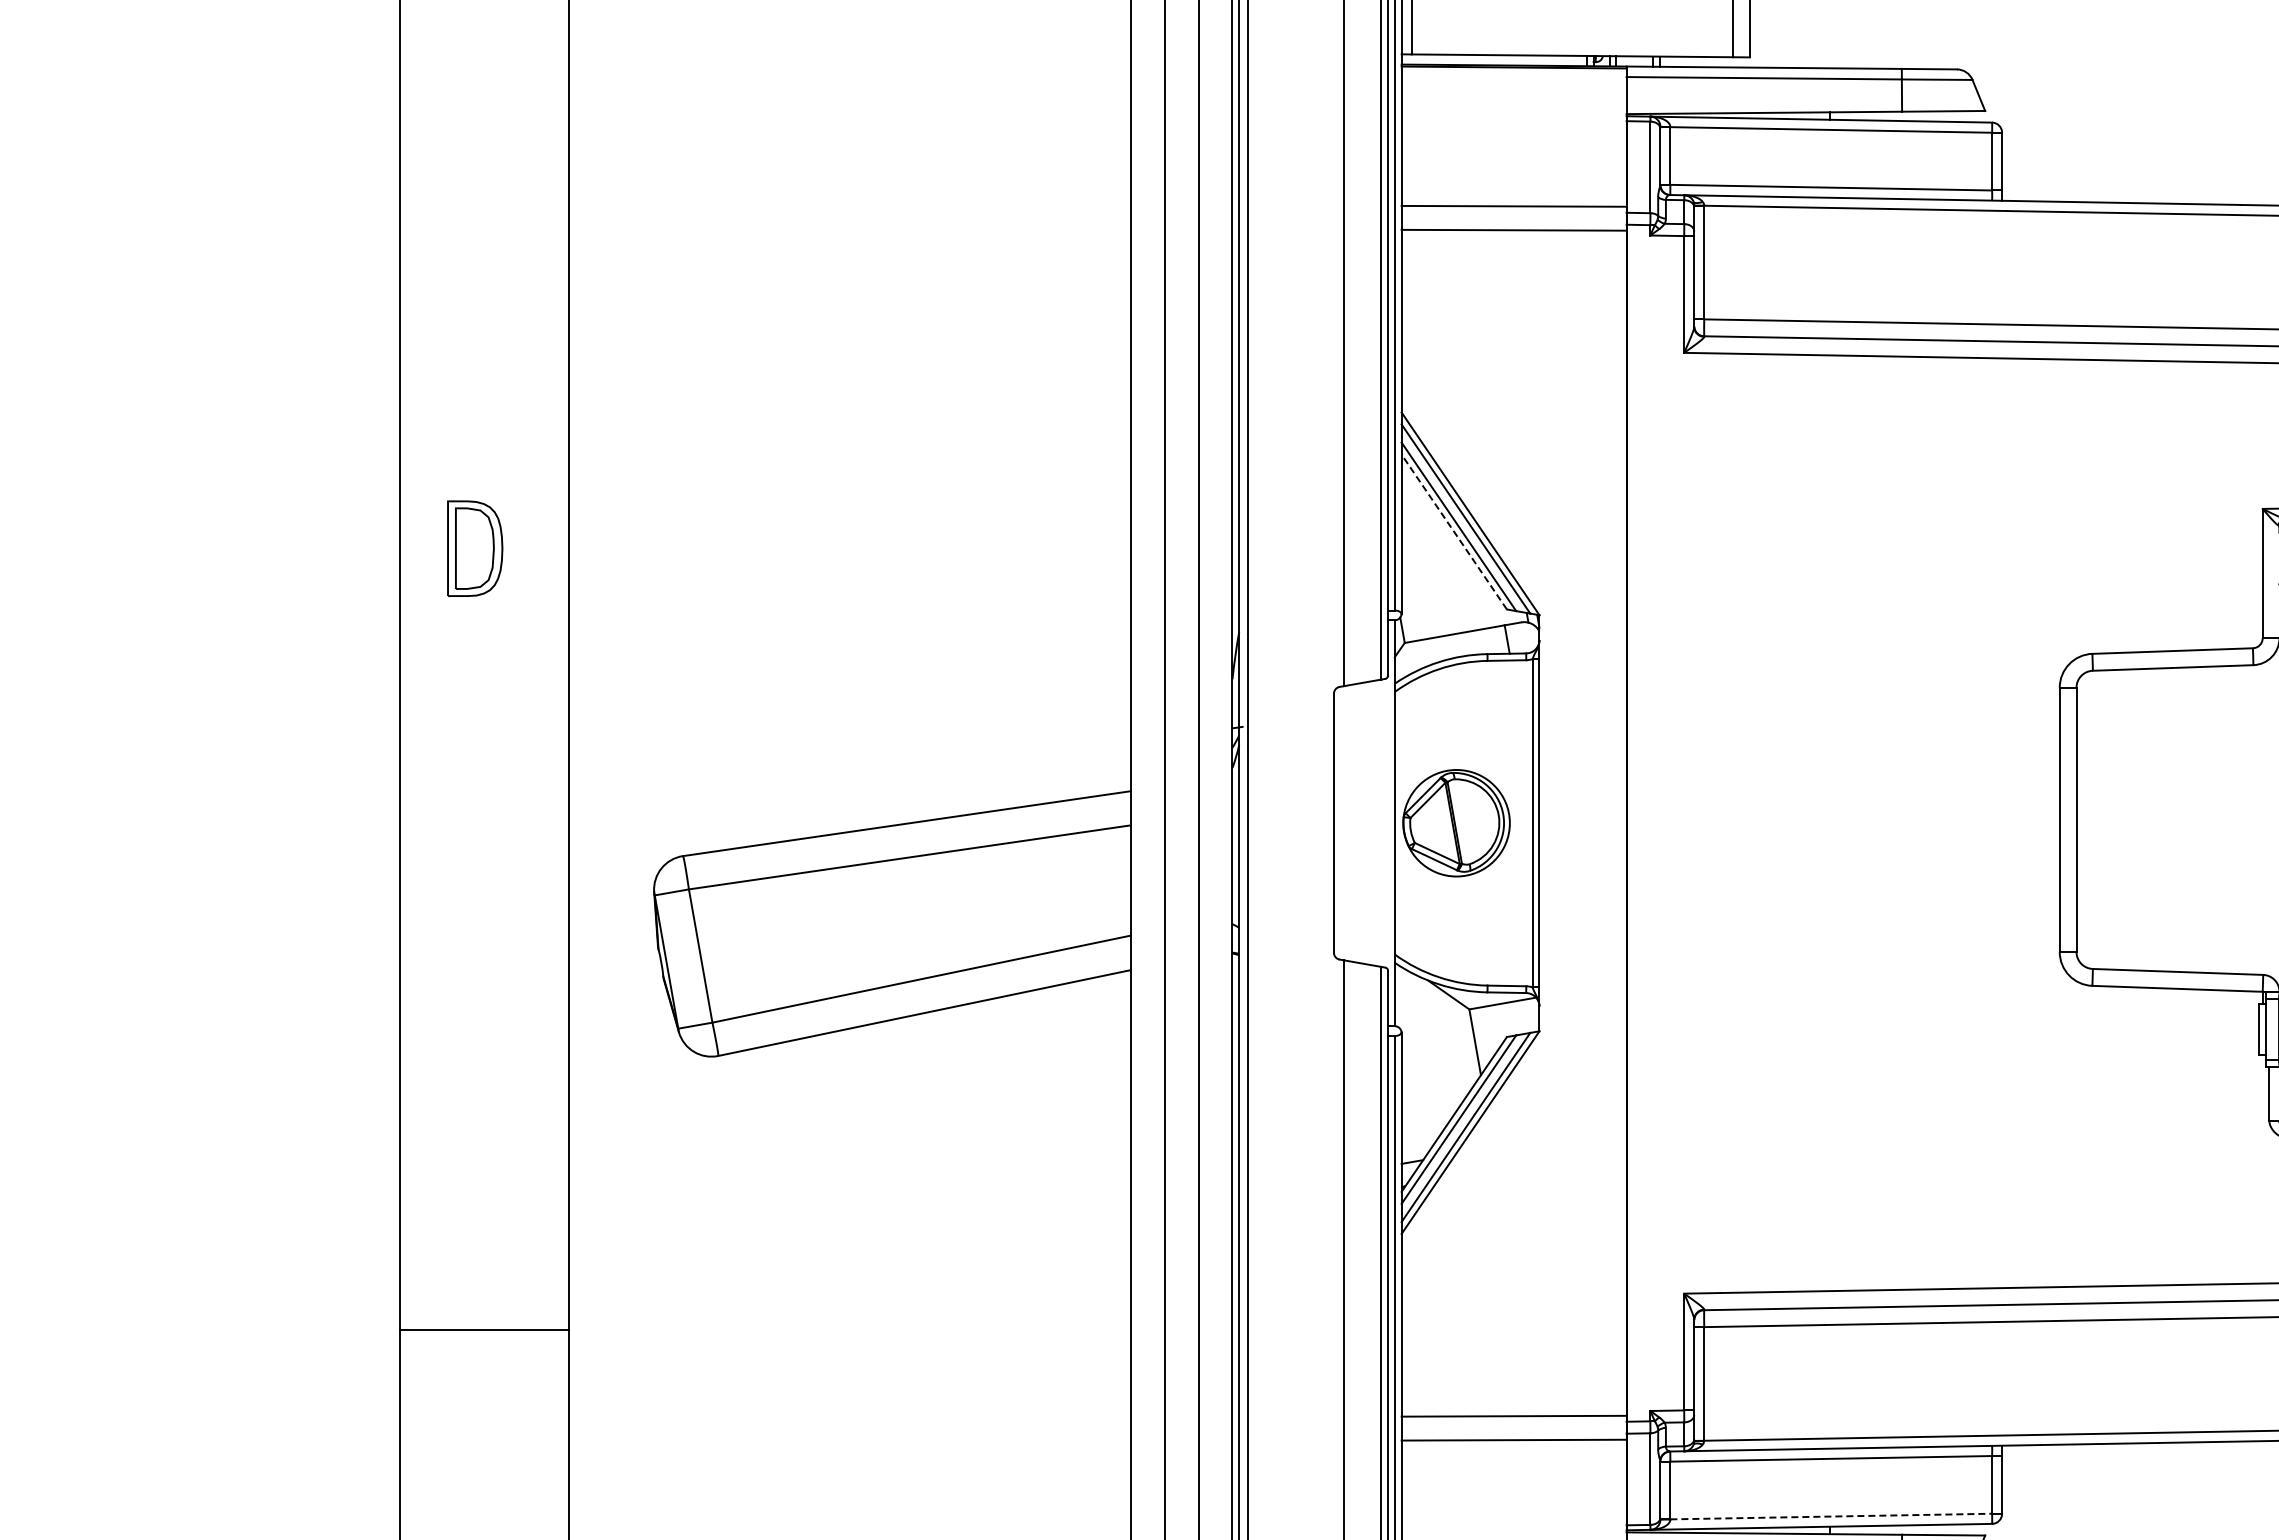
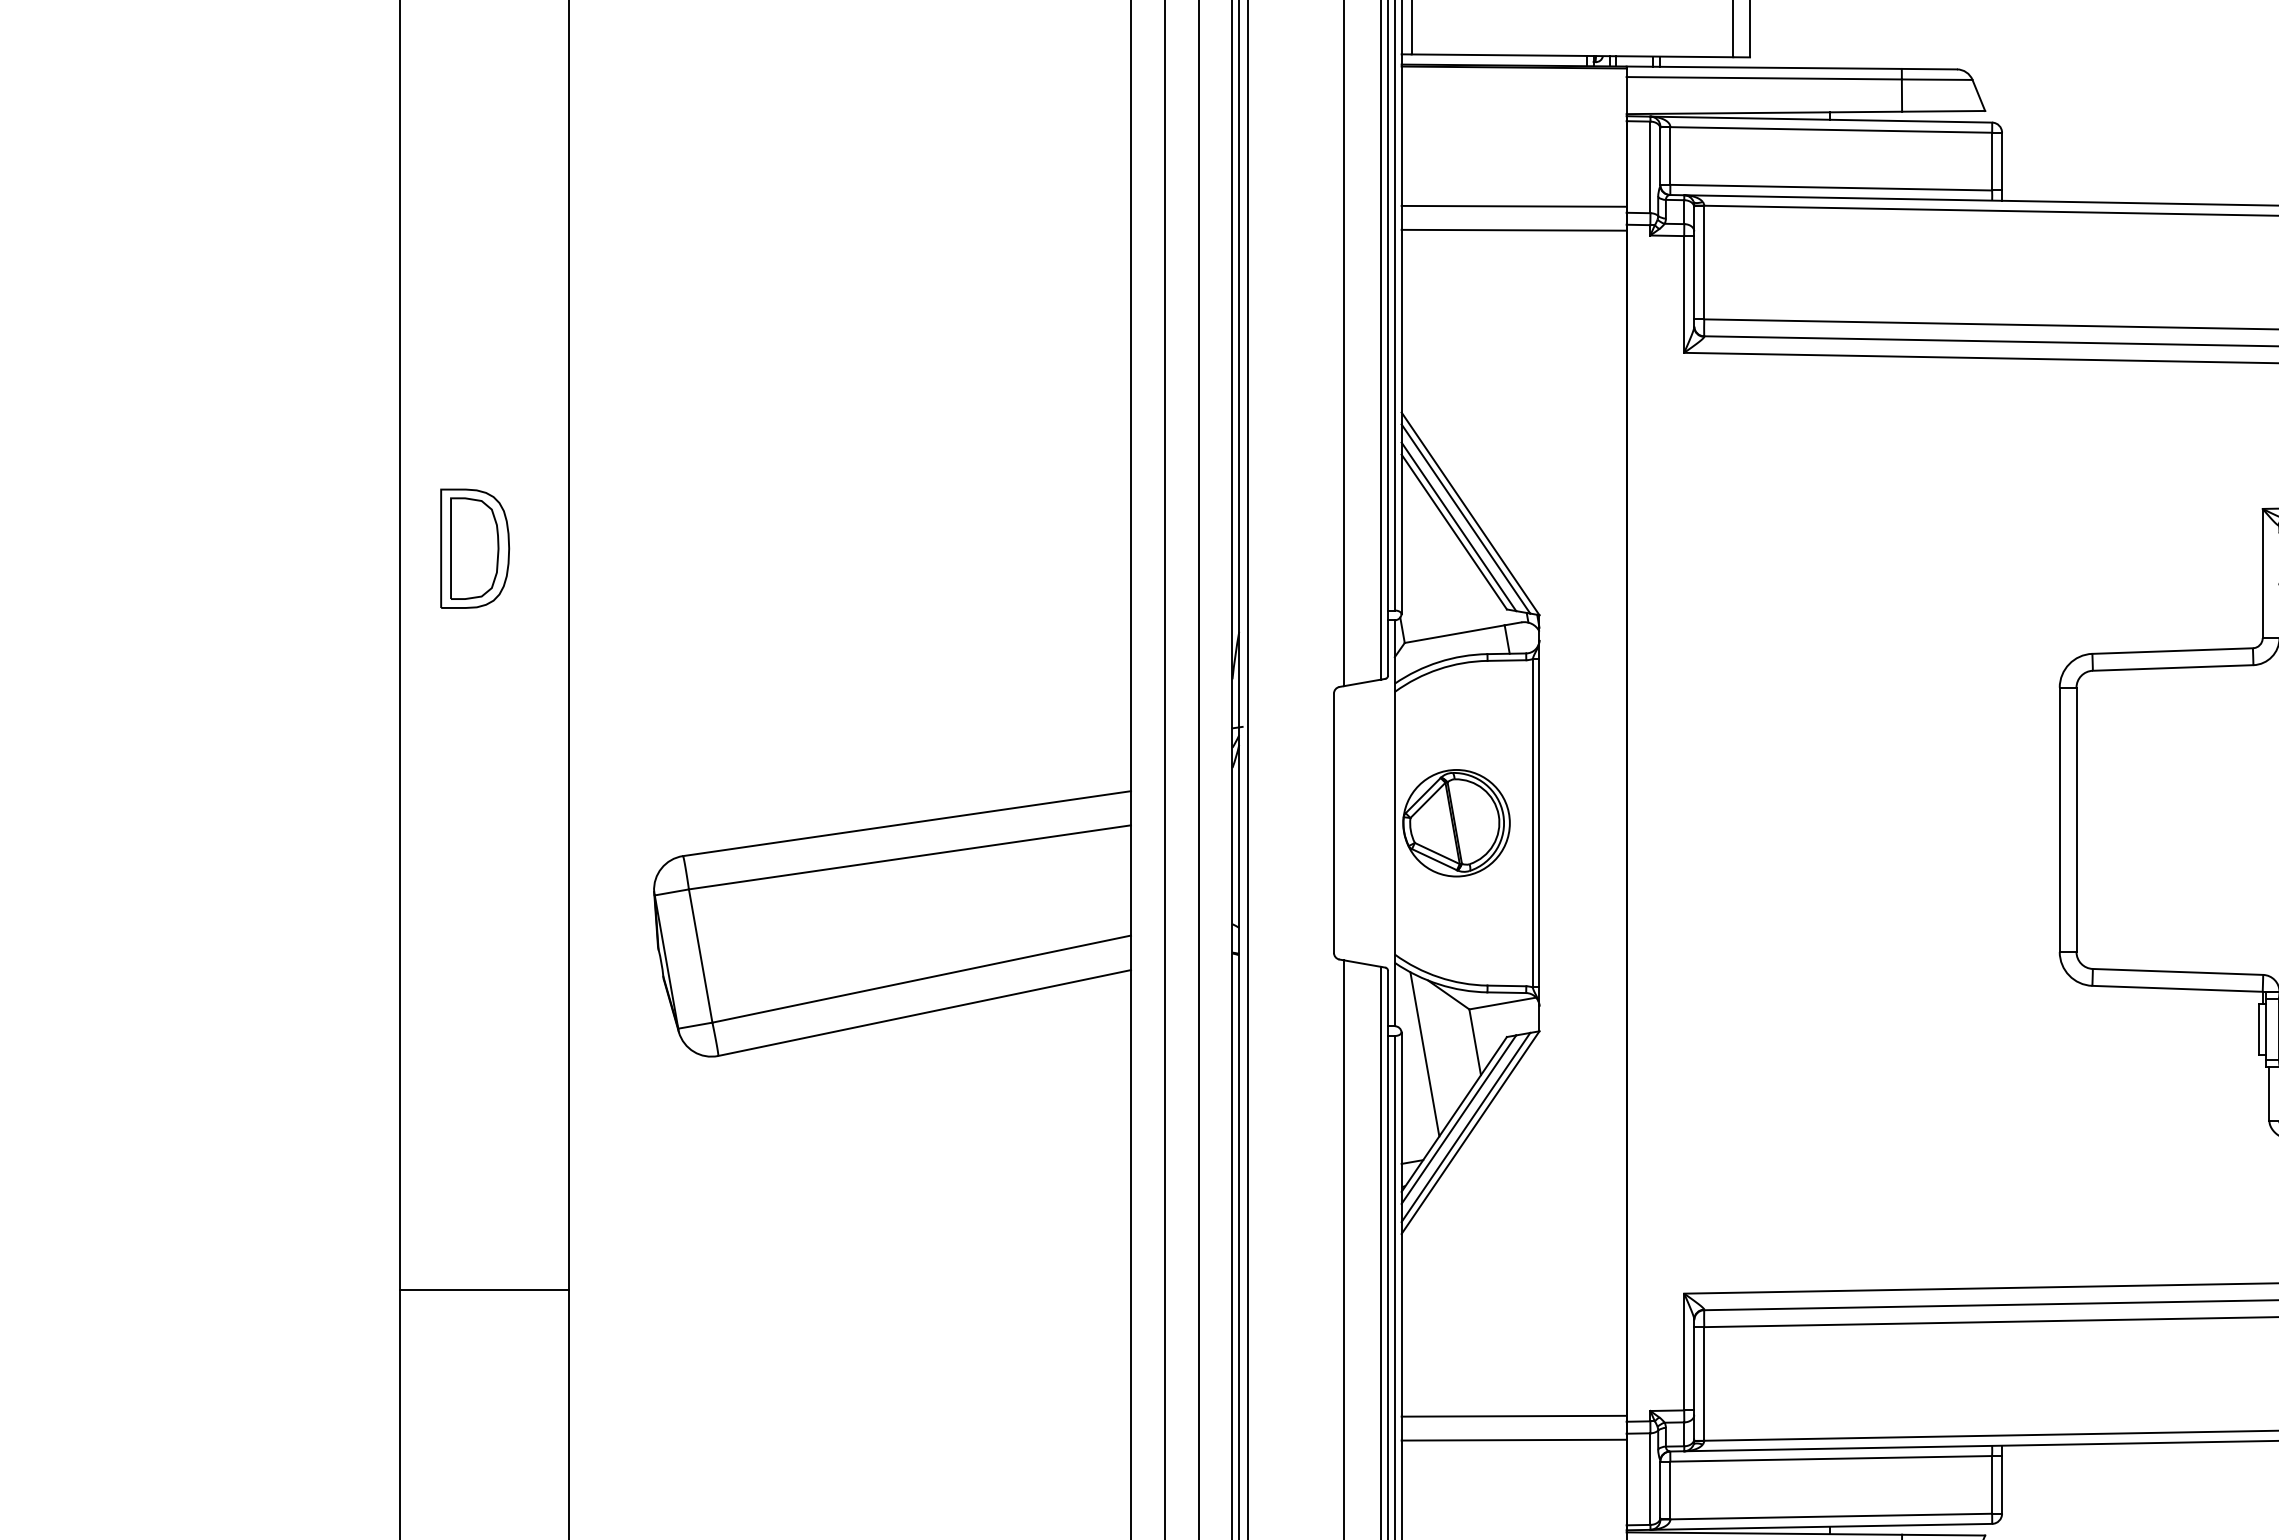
line at (1454, 532): dashed -> solid
part at (475, 548) size: 57x97 px -> 71x121 px
line at (1424, 1054): none -> present
line at (484, 1329) position: (484, 1329) -> (484, 1289)
line at (1831, 1516): dashed -> solid
